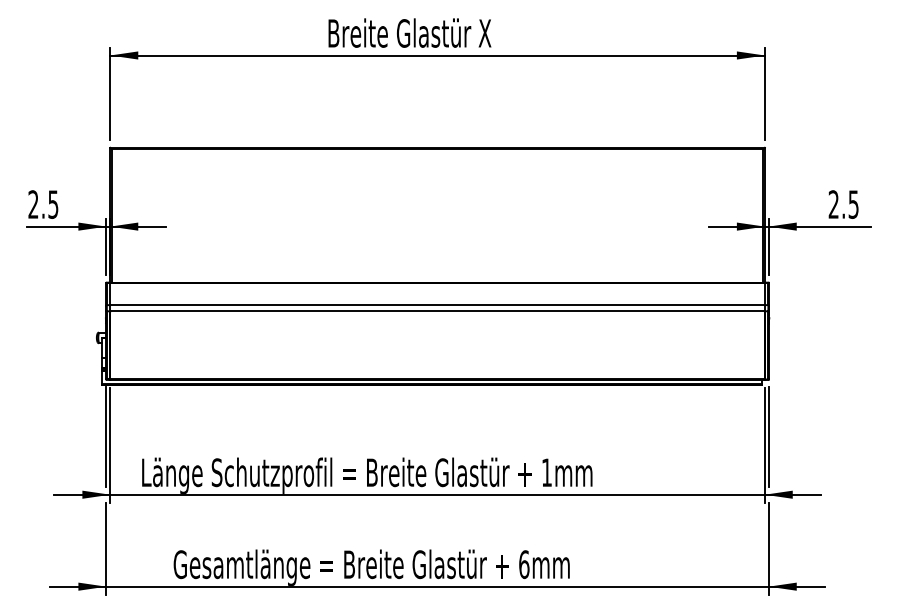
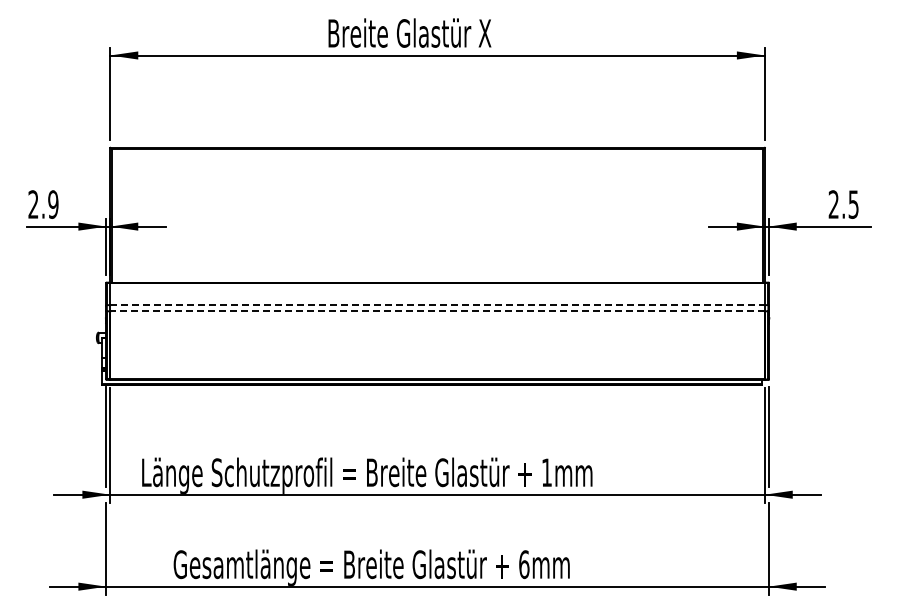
text at (53, 204): 2.5 -> 2.9
line at (438, 305): solid -> dashed
line at (437, 311): solid -> dashed
